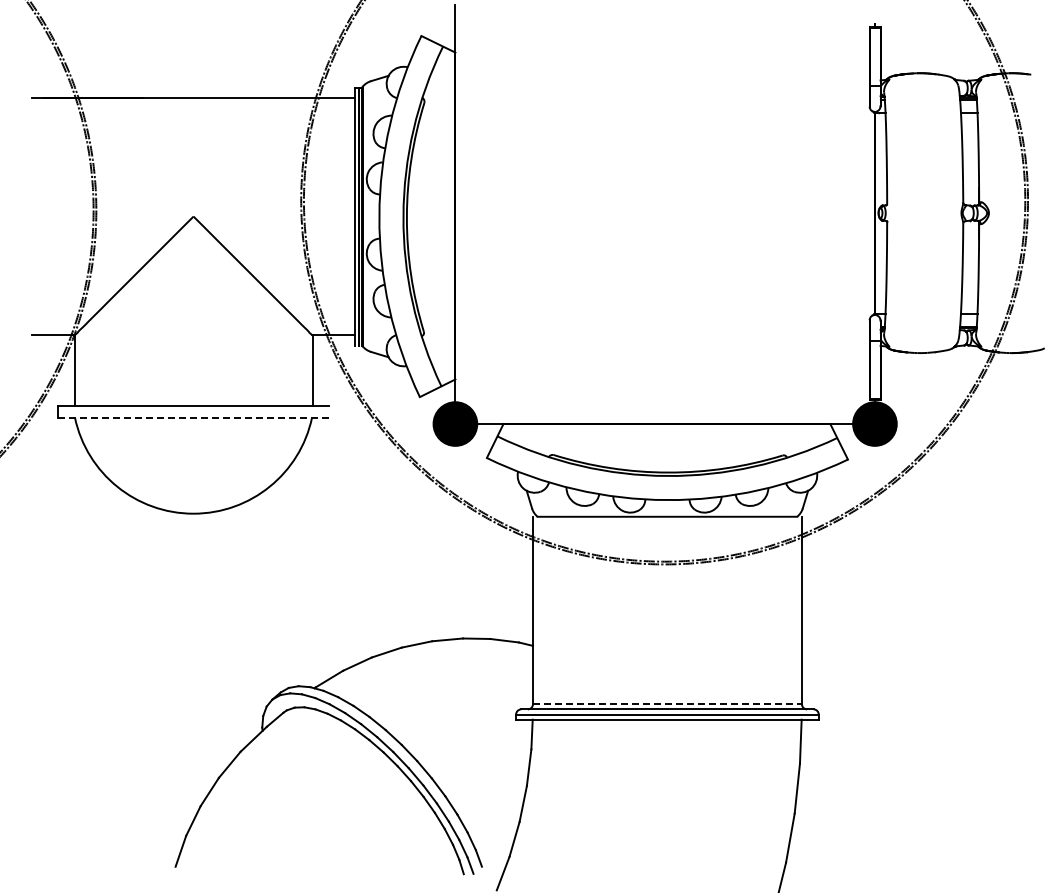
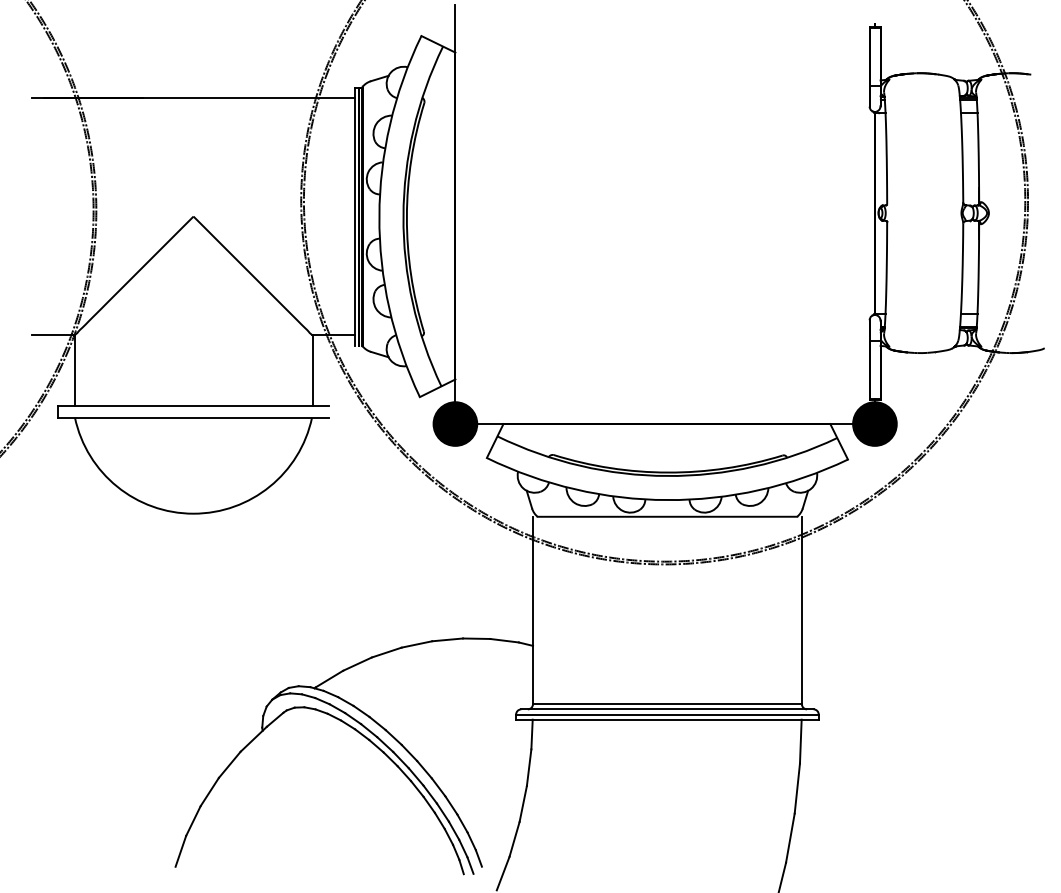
line at (193, 417): dashed -> solid
line at (667, 704): dashed -> solid
